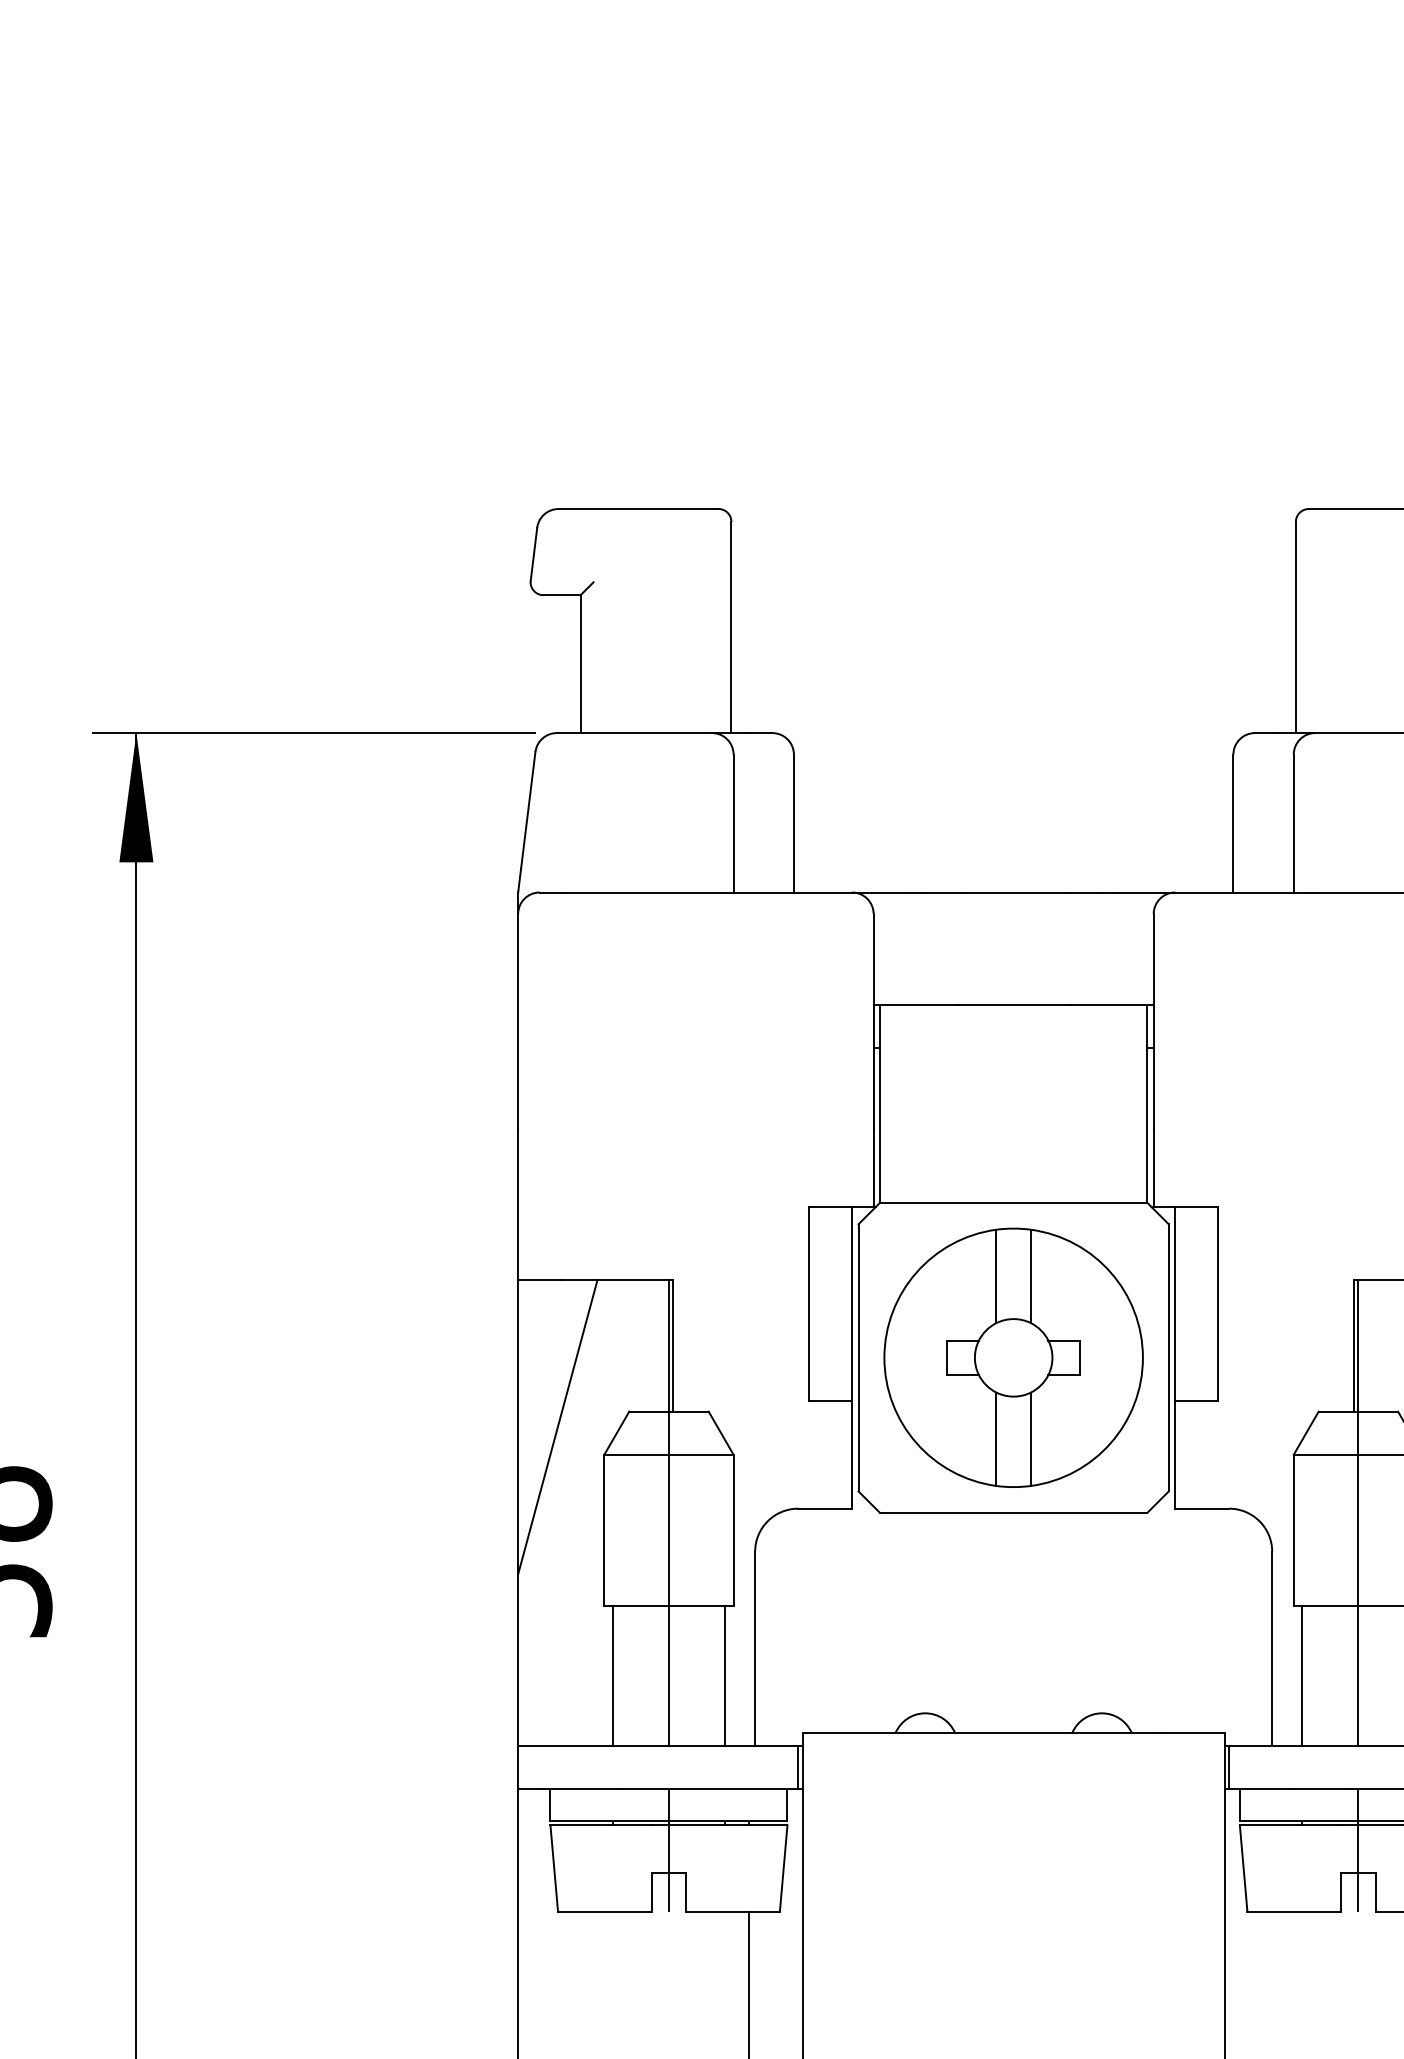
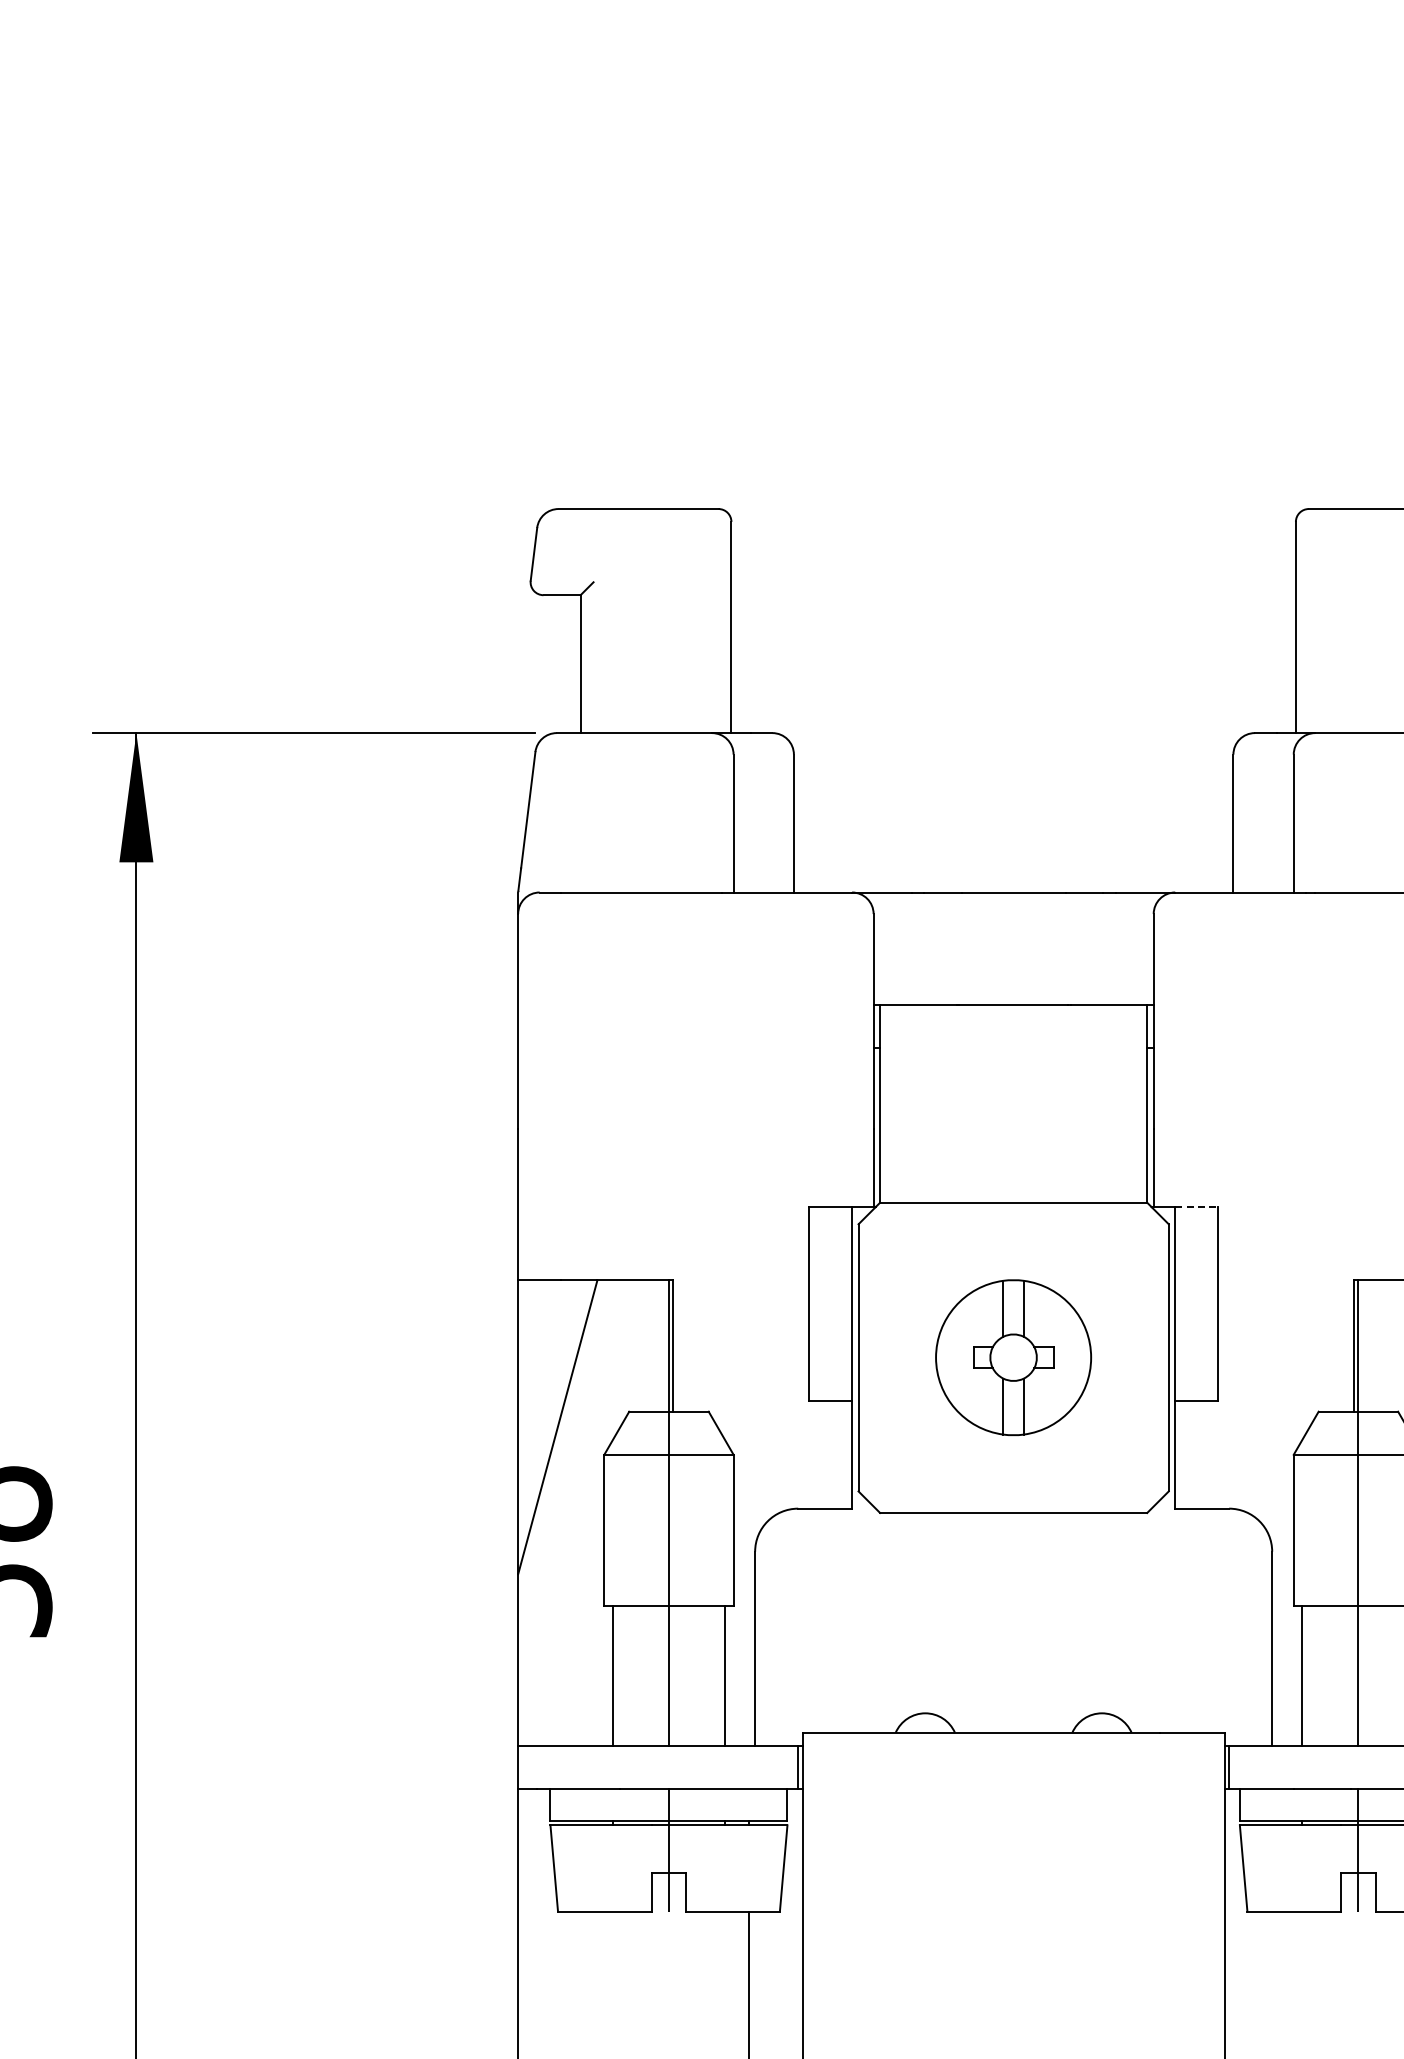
line at (1196, 1207): solid -> dashed
part at (1013, 1357) size: 261x261 px -> 158x157 px
